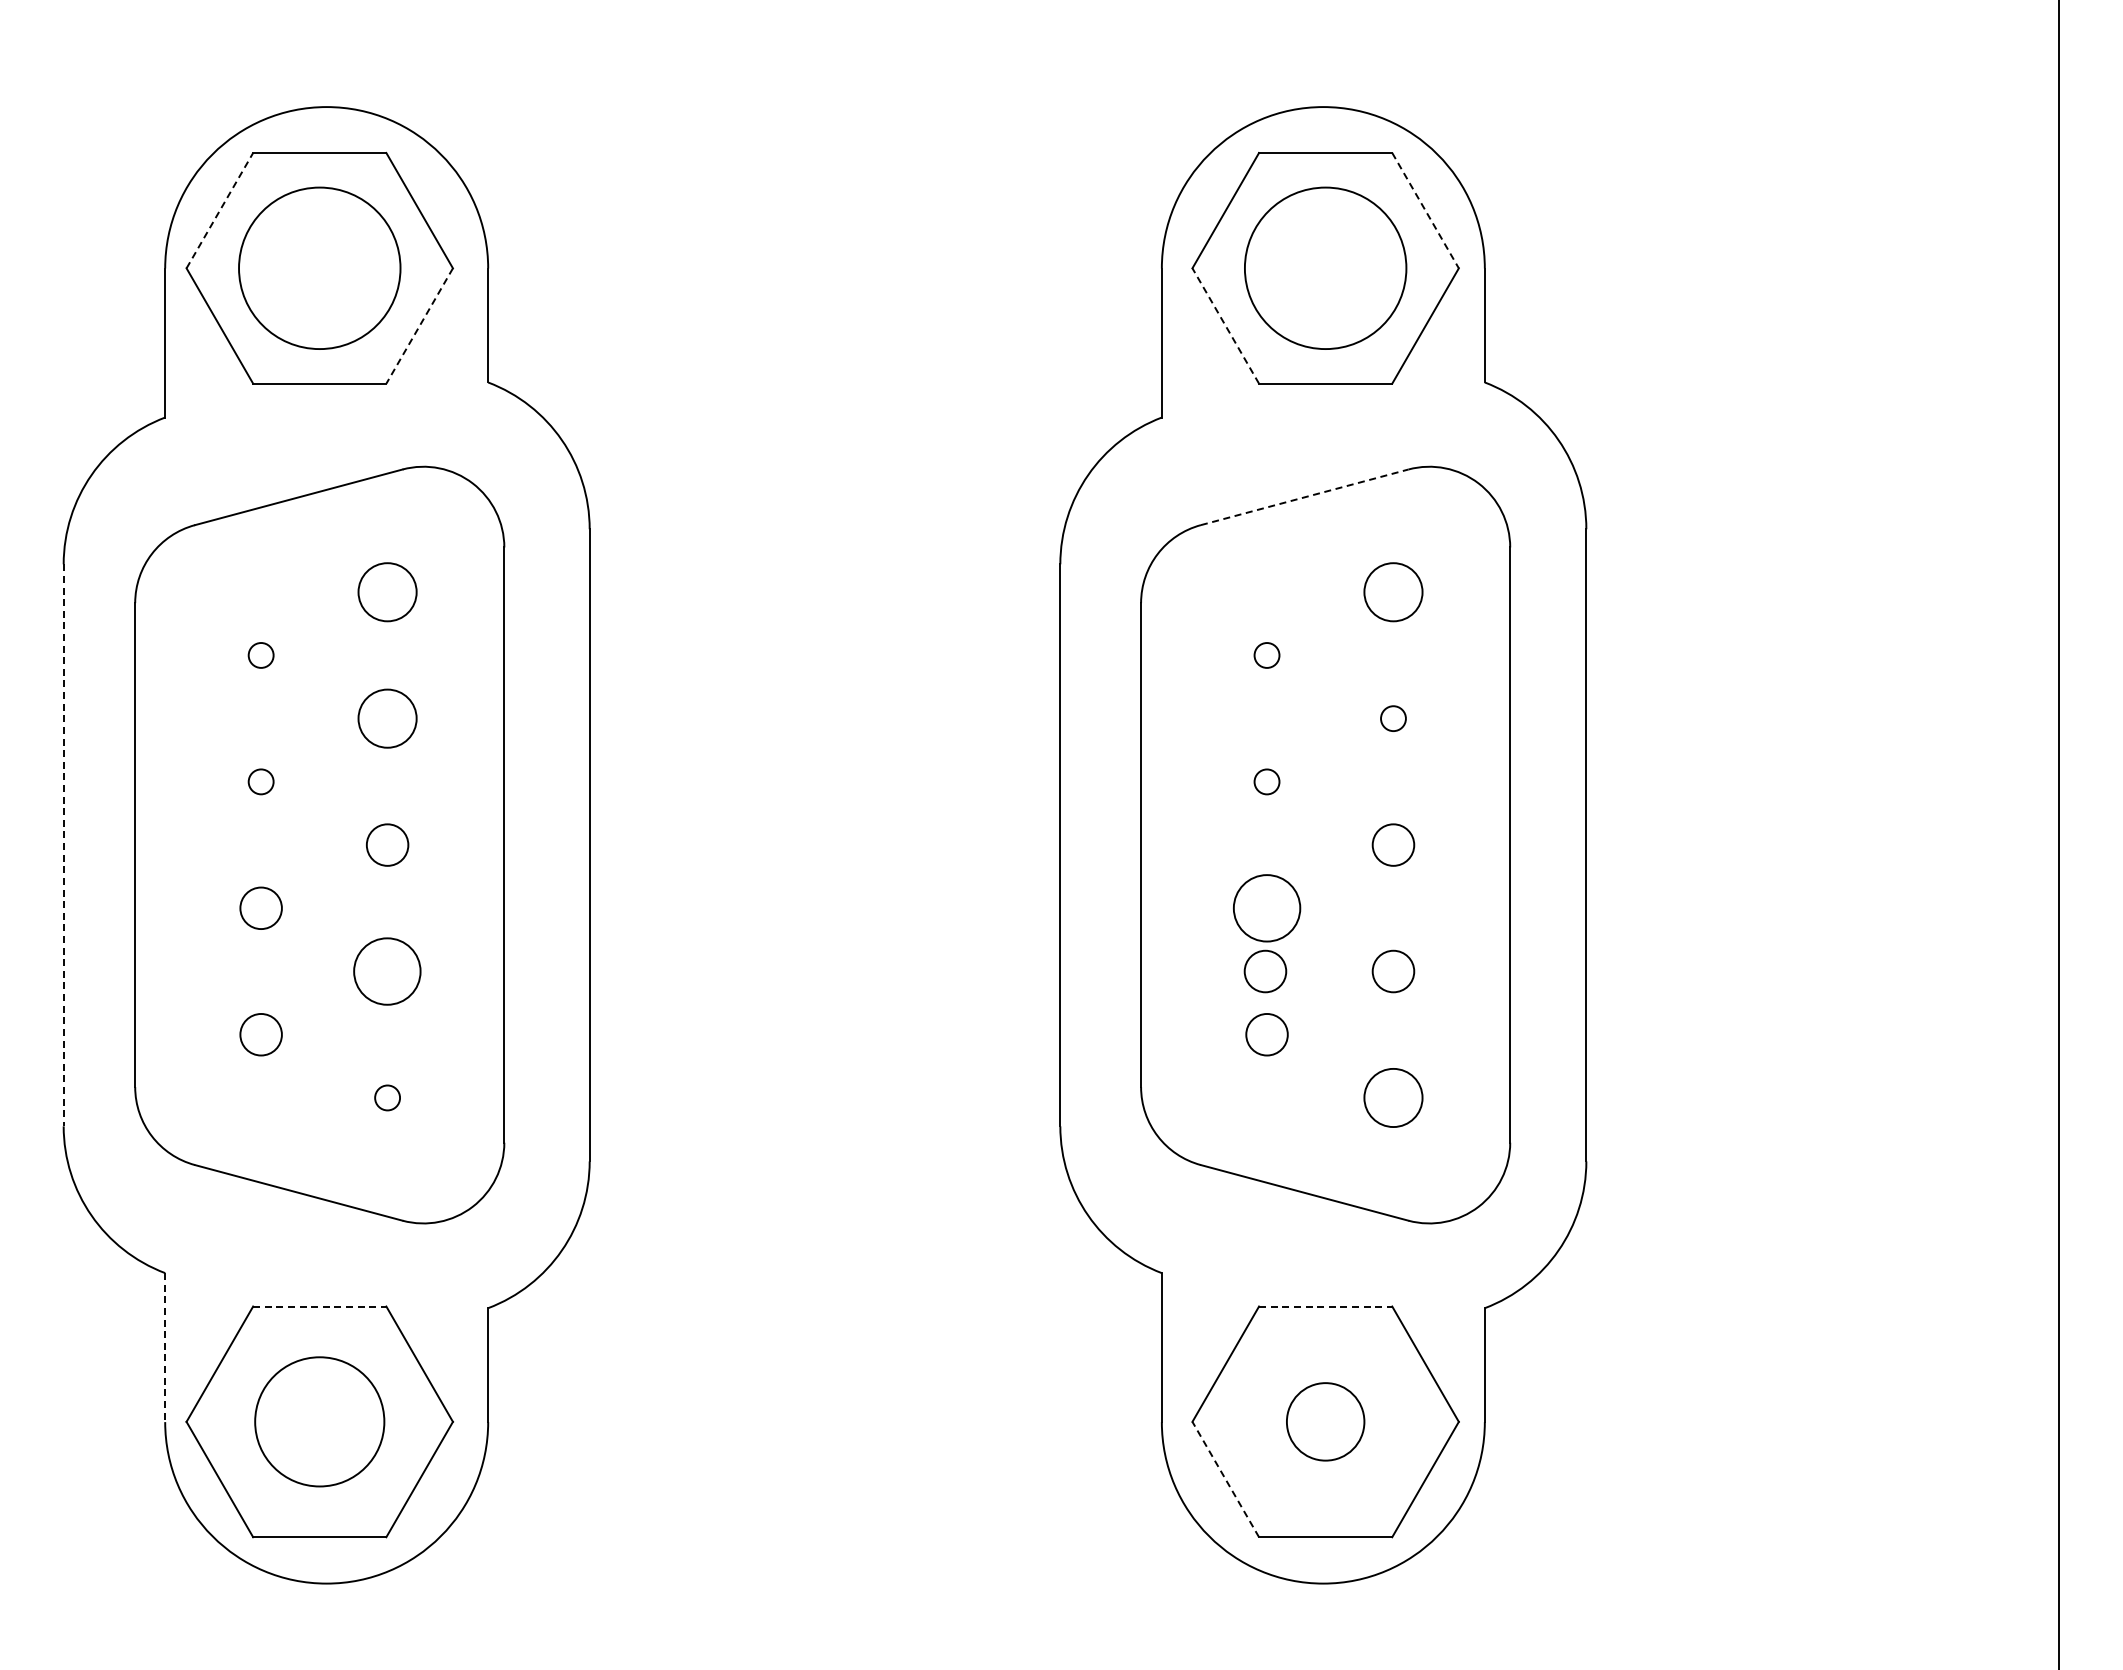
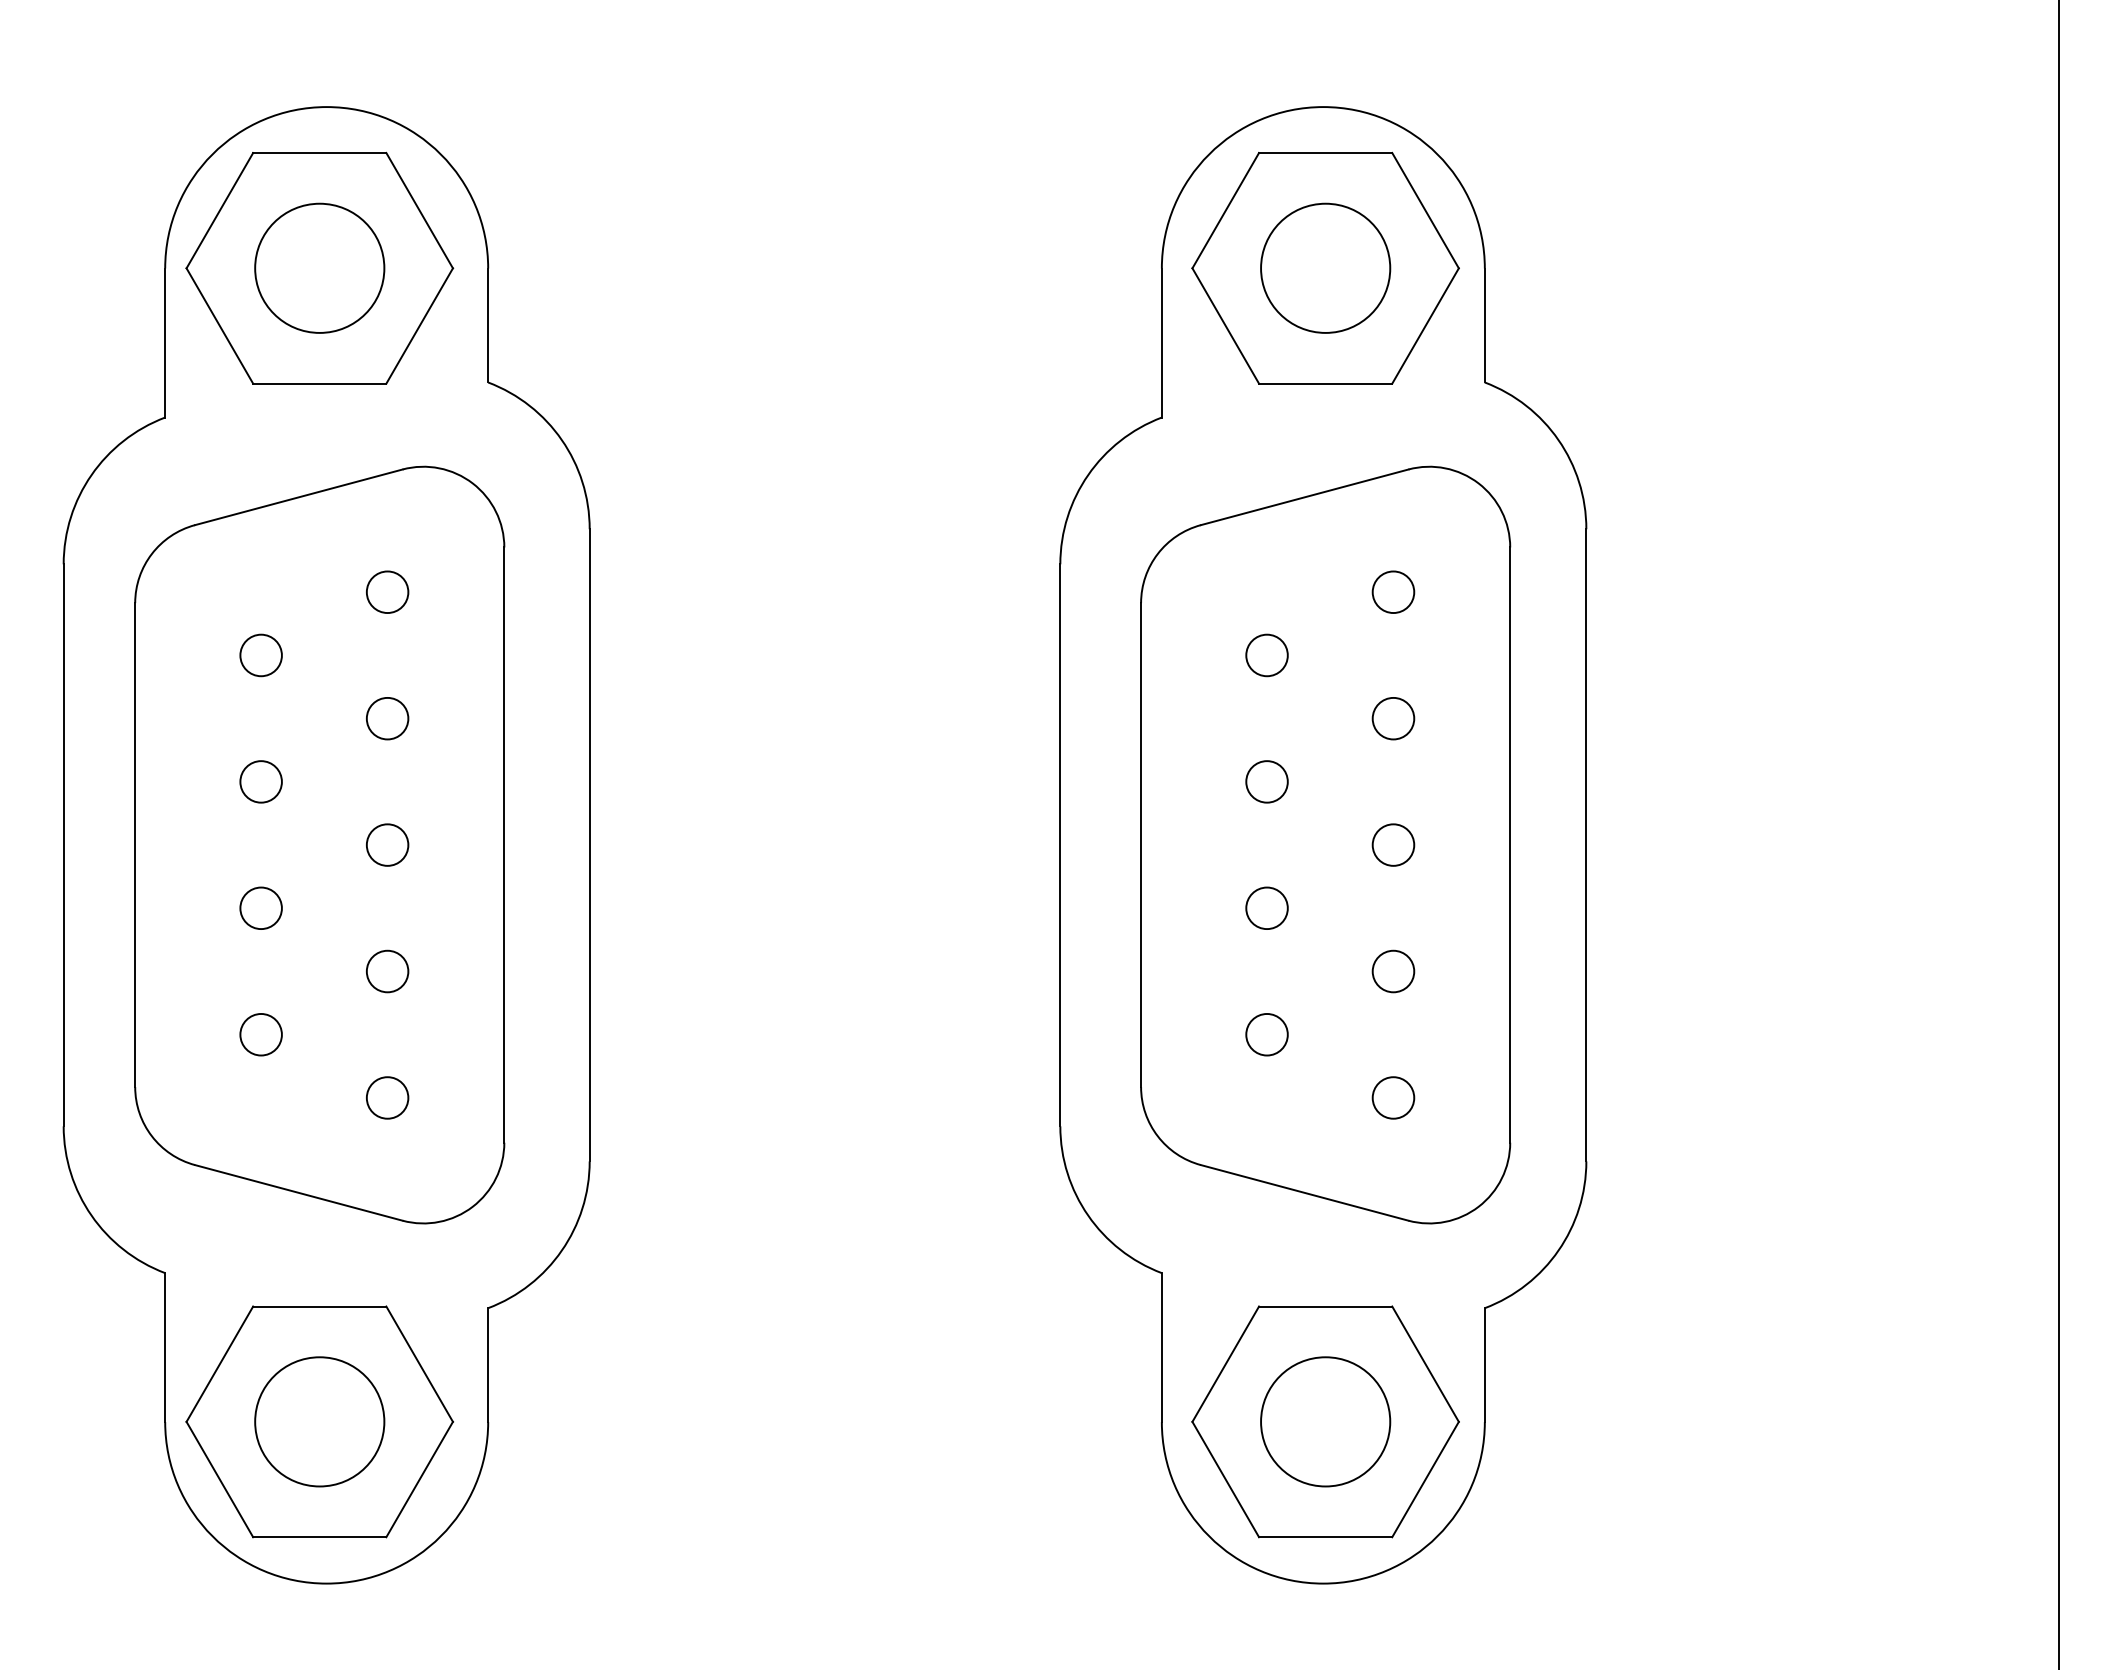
line at (219, 210): dashed -> solid
line at (1425, 210): dashed -> solid
circle at (319, 268) diameter: 161 px -> 129 px
circle at (1325, 268) diameter: 161 px -> 129 px
line at (419, 326): dashed -> solid
line at (1225, 326): dashed -> solid
line at (1305, 497): dashed -> solid
circle at (387, 592) diameter: 58 px -> 42 px
circle at (1393, 592) diameter: 58 px -> 42 px
circle at (260, 655) diameter: 25 px -> 42 px
circle at (1266, 655) size: 28x27 px -> 44x45 px
circle at (387, 718) diameter: 58 px -> 42 px
circle at (1393, 718) diameter: 25 px -> 42 px
circle at (260, 781) diameter: 25 px -> 42 px
circle at (1266, 781) size: 28x28 px -> 44x44 px
line at (63, 845): dashed -> solid
circle at (1266, 908) diameter: 66 px -> 42 px
circle at (387, 971) size: 69x69 px -> 44x45 px
circle at (1265, 971): present -> none
circle at (387, 1097) diameter: 25 px -> 42 px
circle at (1393, 1097) diameter: 58 px -> 42 px
line at (319, 1306): dashed -> solid
line at (1325, 1306): dashed -> solid
line at (165, 1348): dashed -> solid
circle at (1325, 1421) diameter: 78 px -> 129 px
line at (1225, 1479): dashed -> solid
